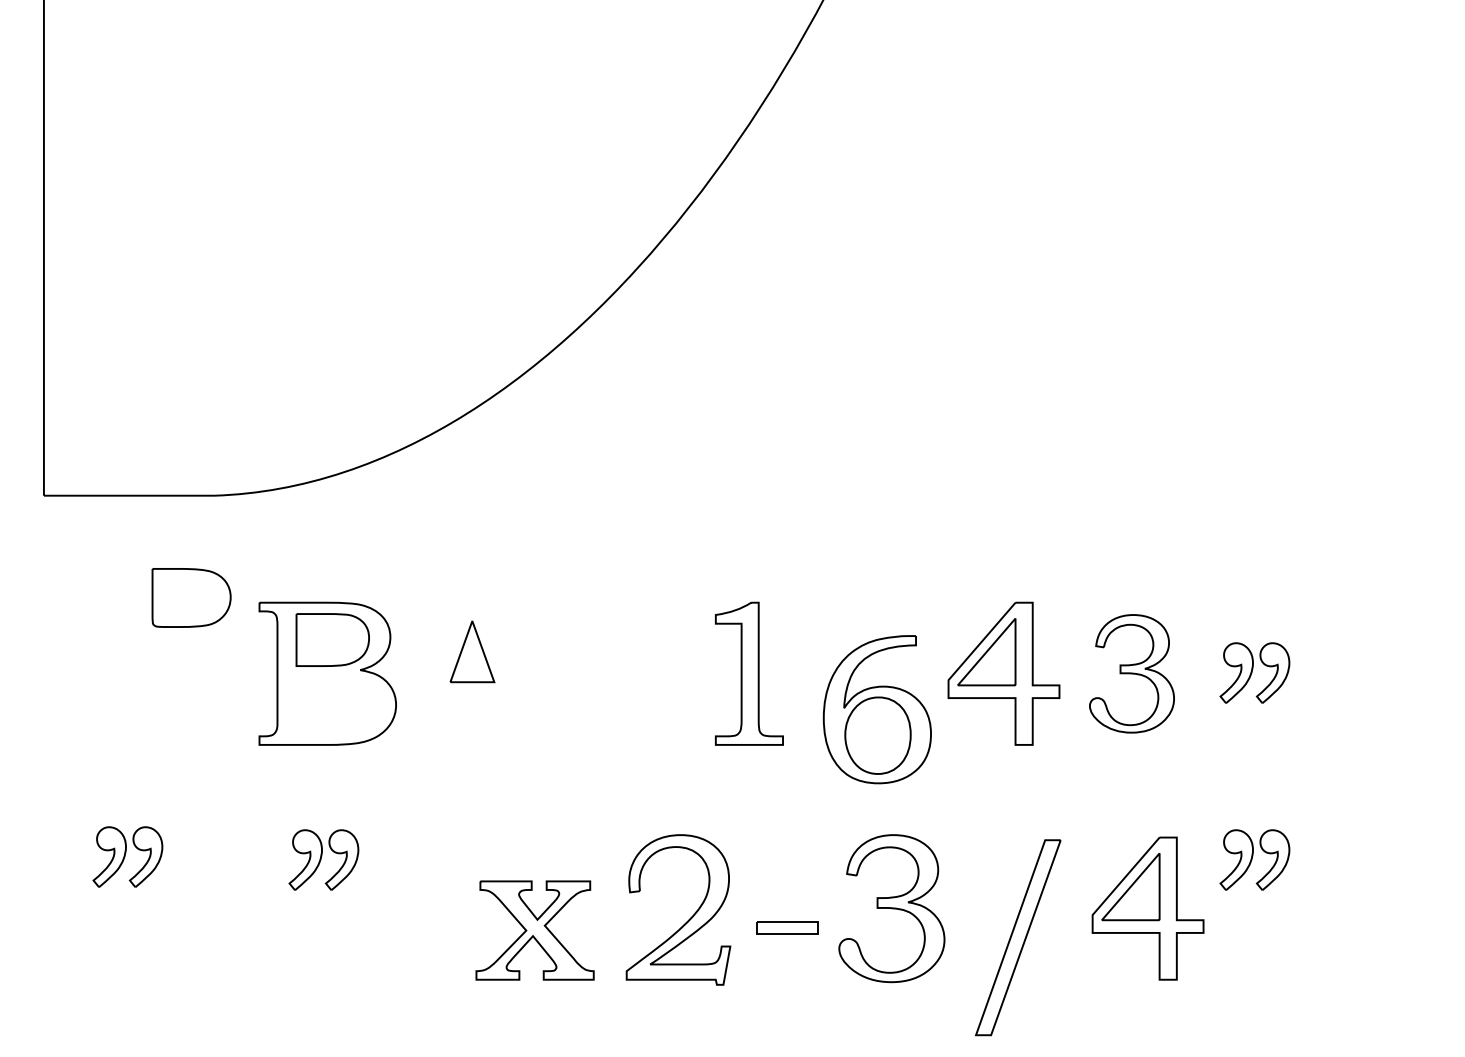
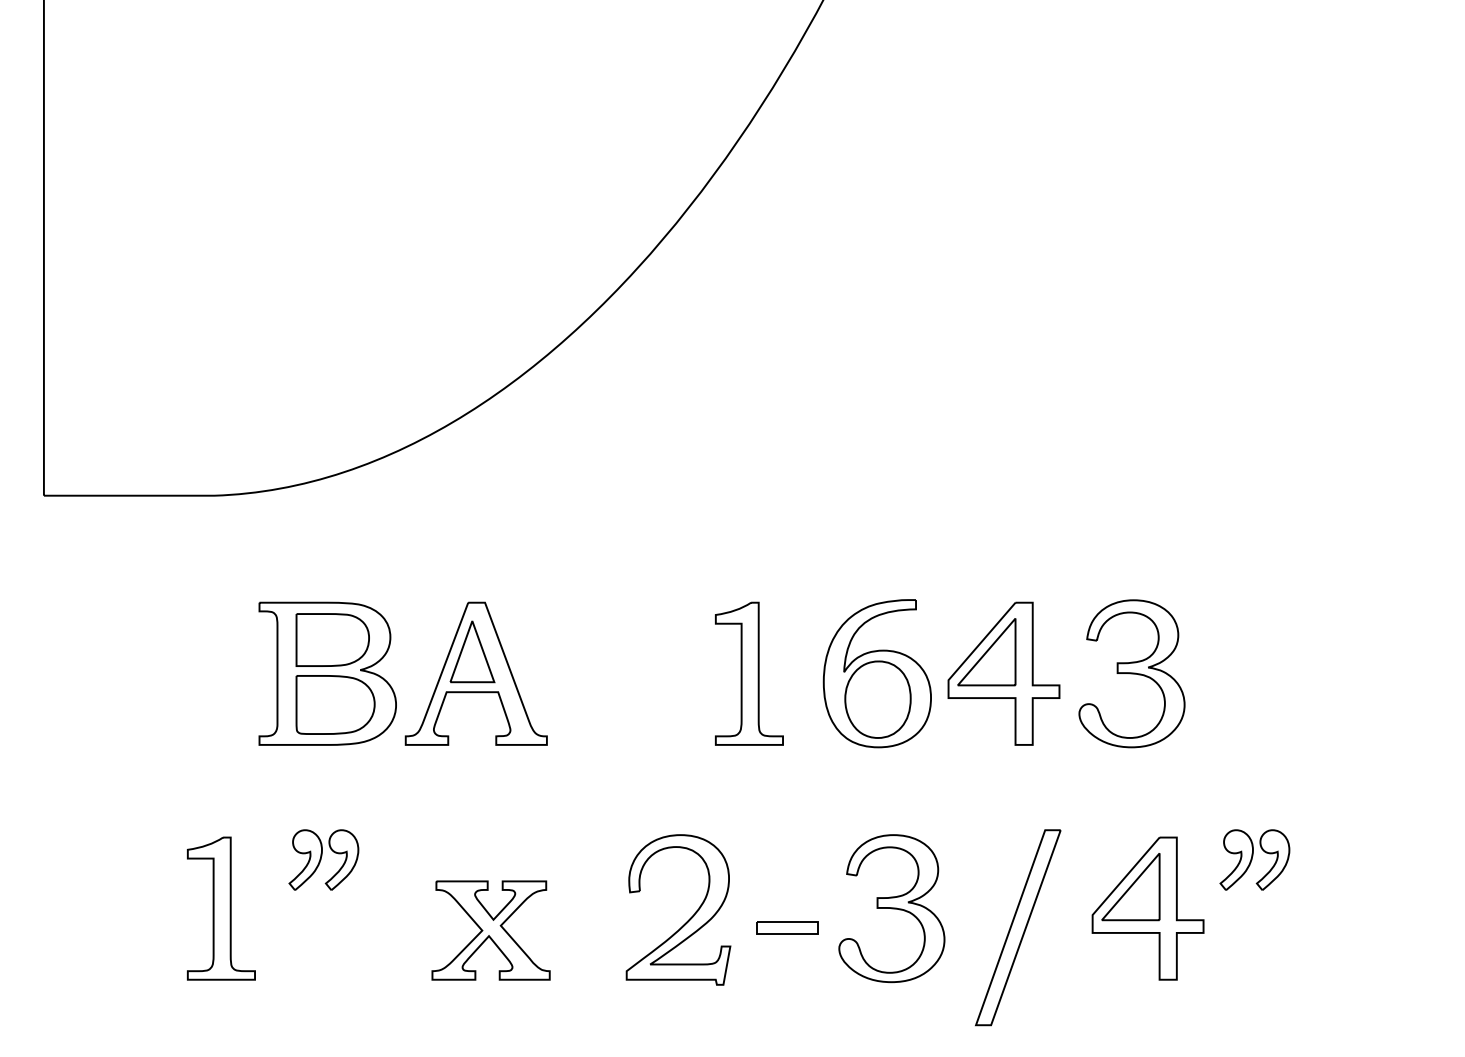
part at (191, 597) position: (191, 597) -> (335, 704)
part at (1254, 672): present -> none
part at (475, 673): none -> present
part at (1131, 673) size: 86x120 px -> 108x150 px
part at (876, 709) position: (876, 709) -> (876, 673)
part at (127, 856): present -> none
part at (221, 908): none -> present
part at (534, 930) position: (534, 930) -> (490, 930)
part at (1018, 937) position: (1018, 937) -> (1018, 927)
